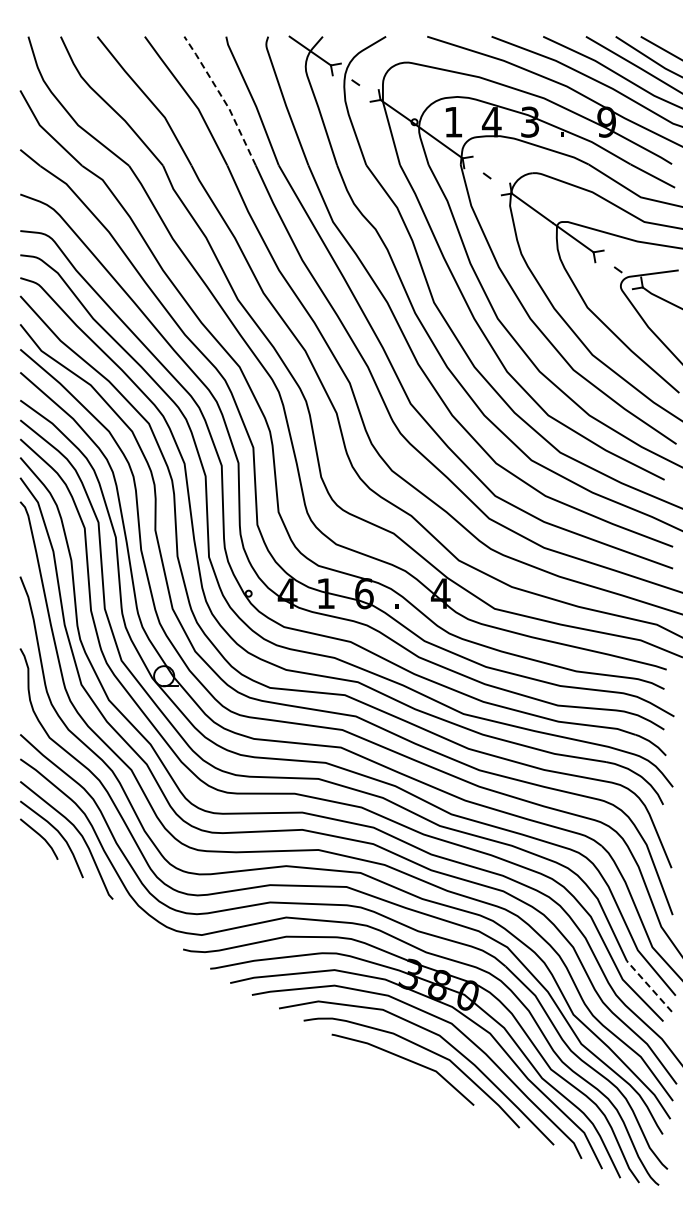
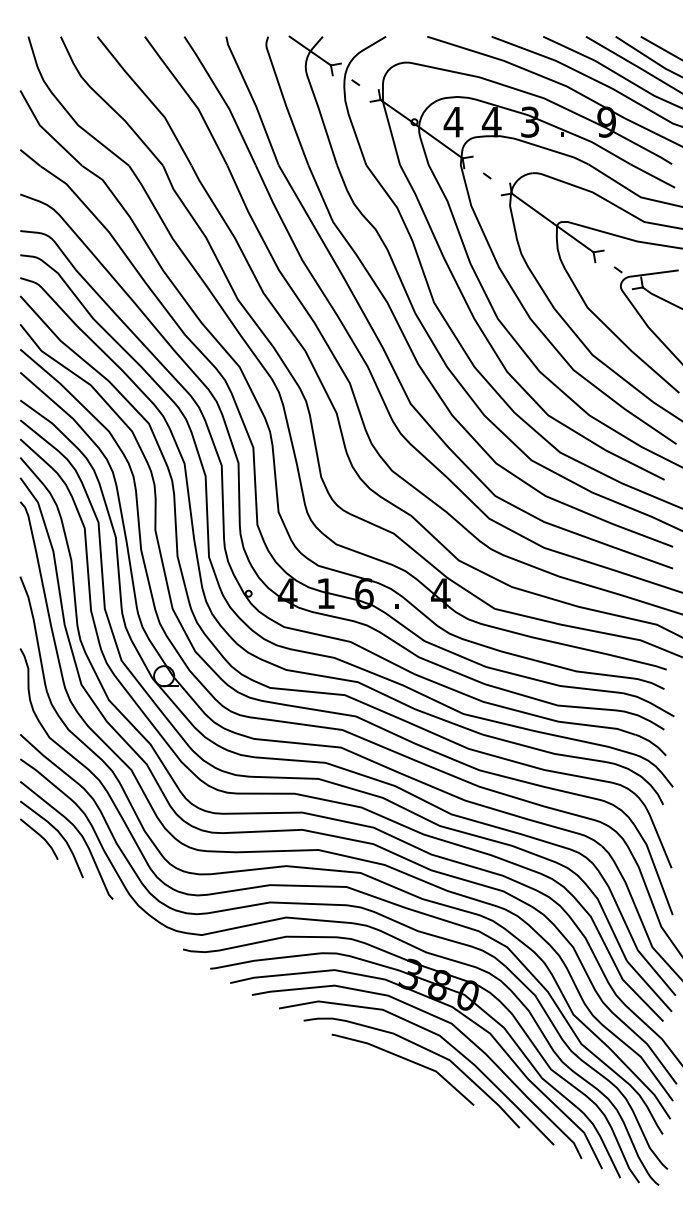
line at (223, 99): dashed -> solid
text at (453, 122): 1 -> 4
line at (649, 986): dashed -> solid
